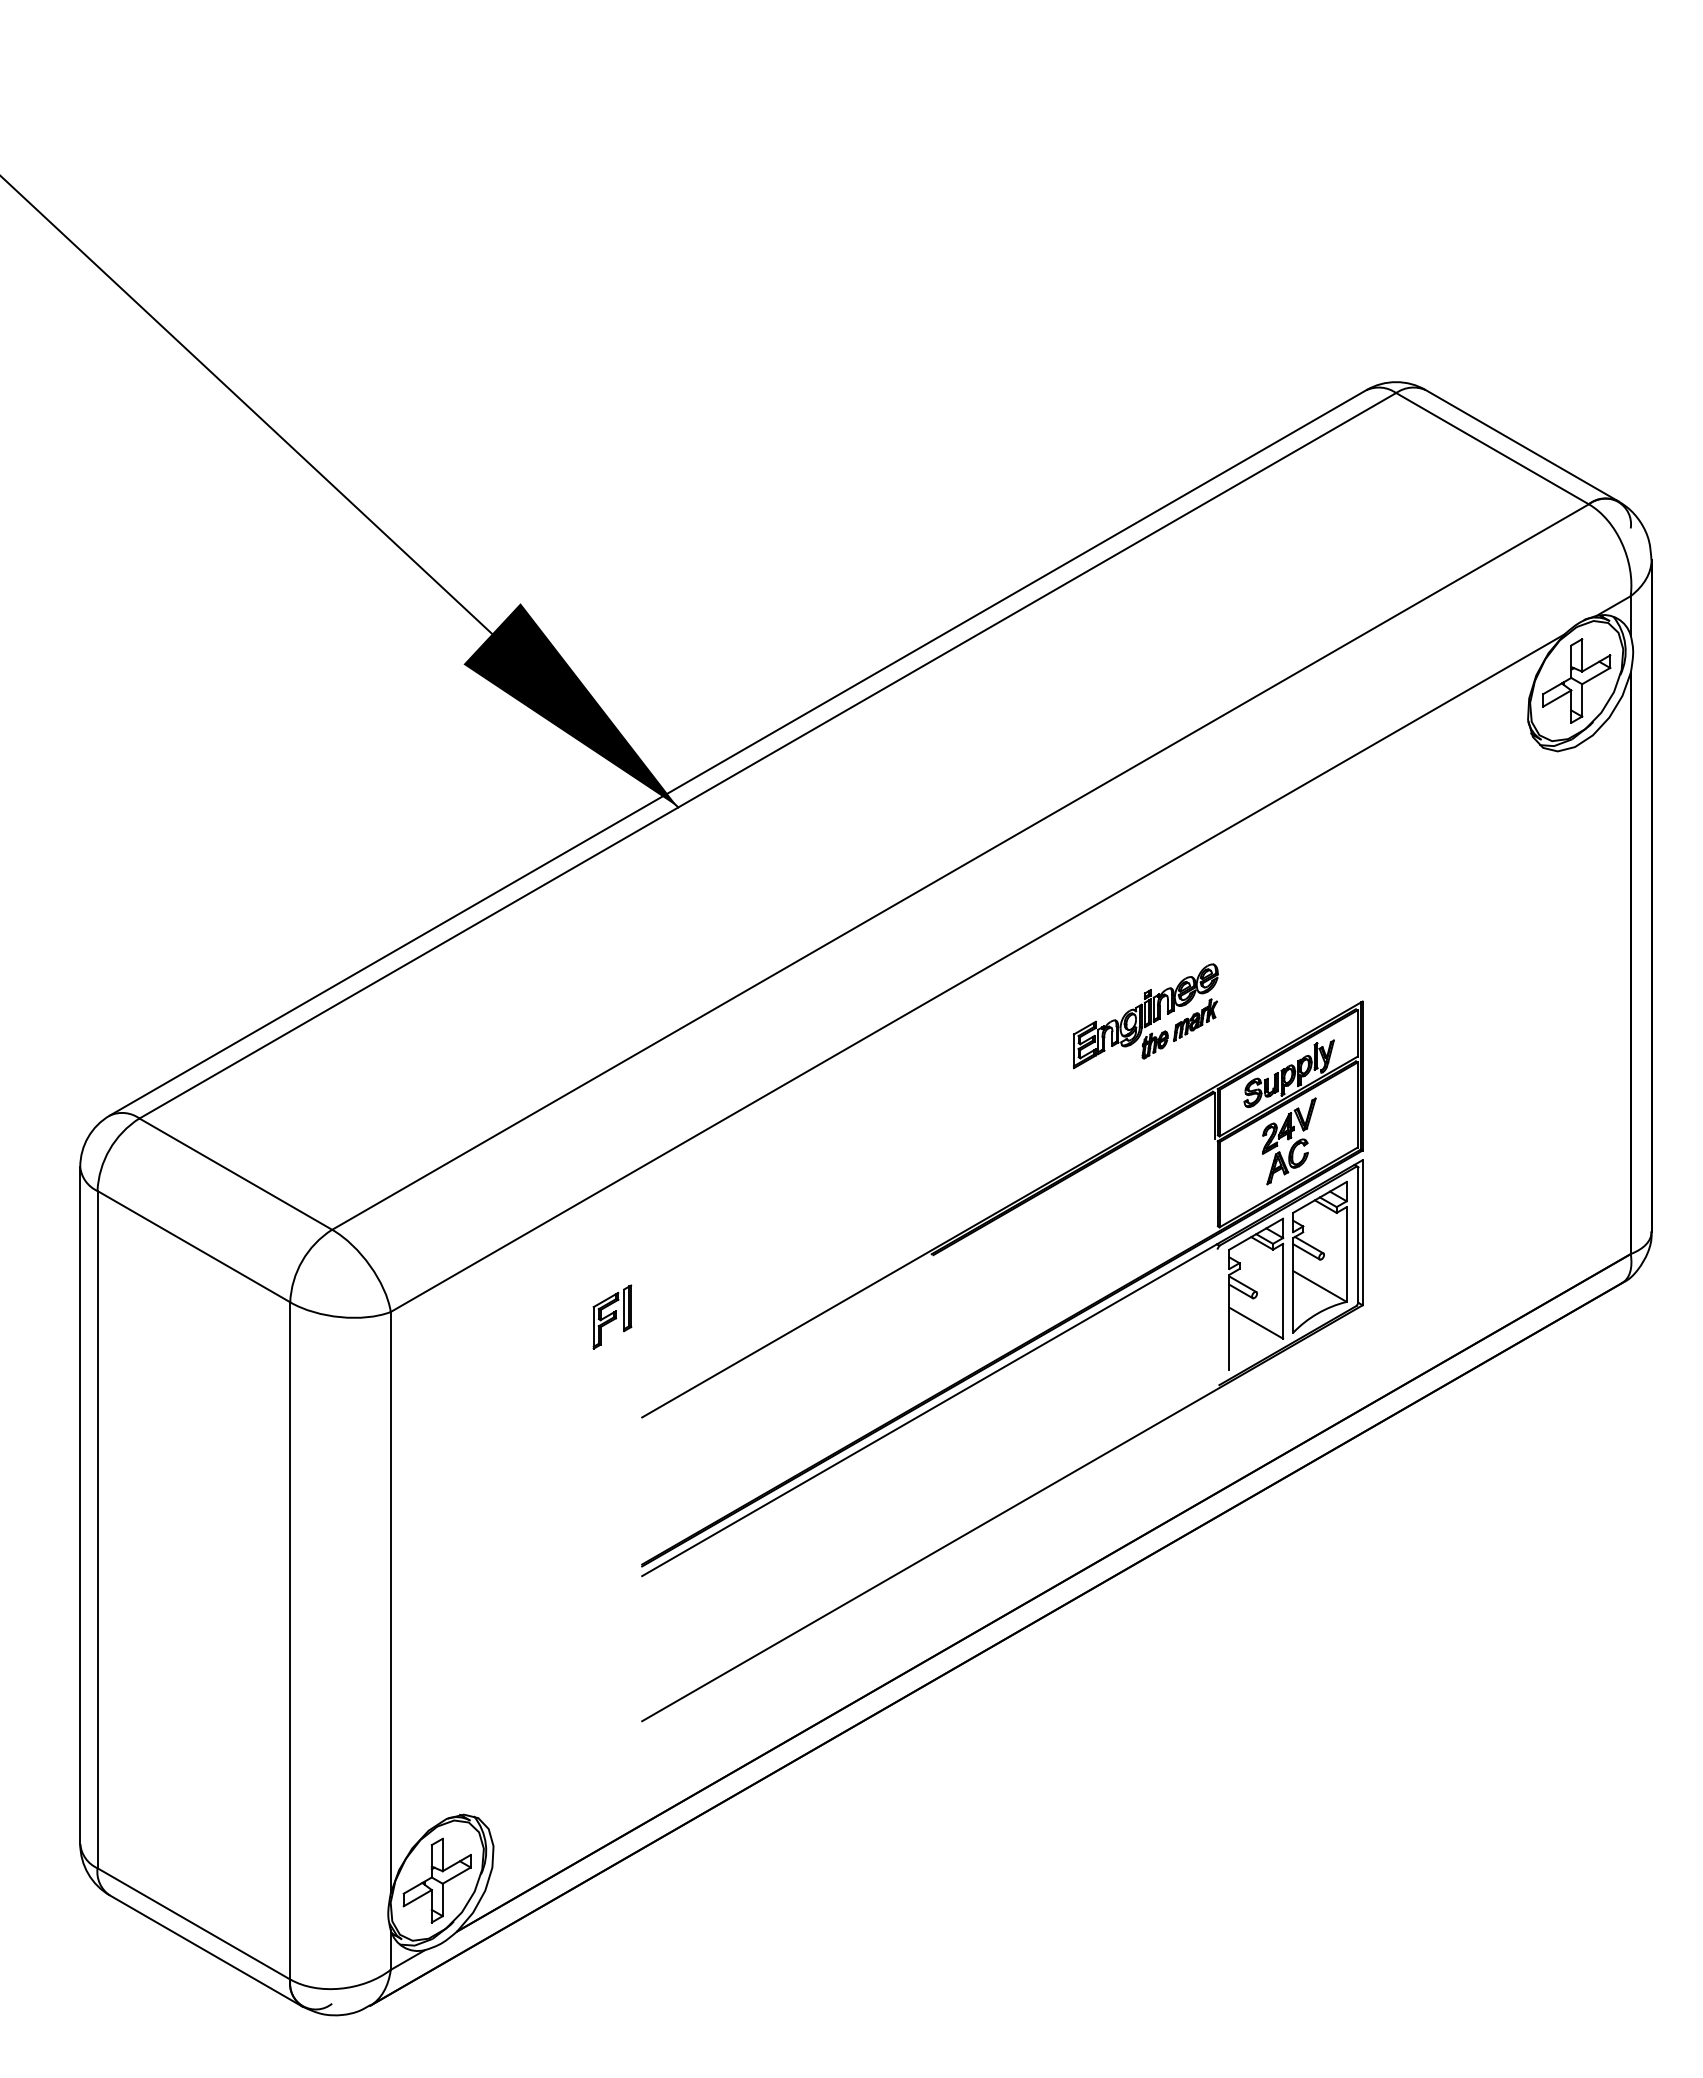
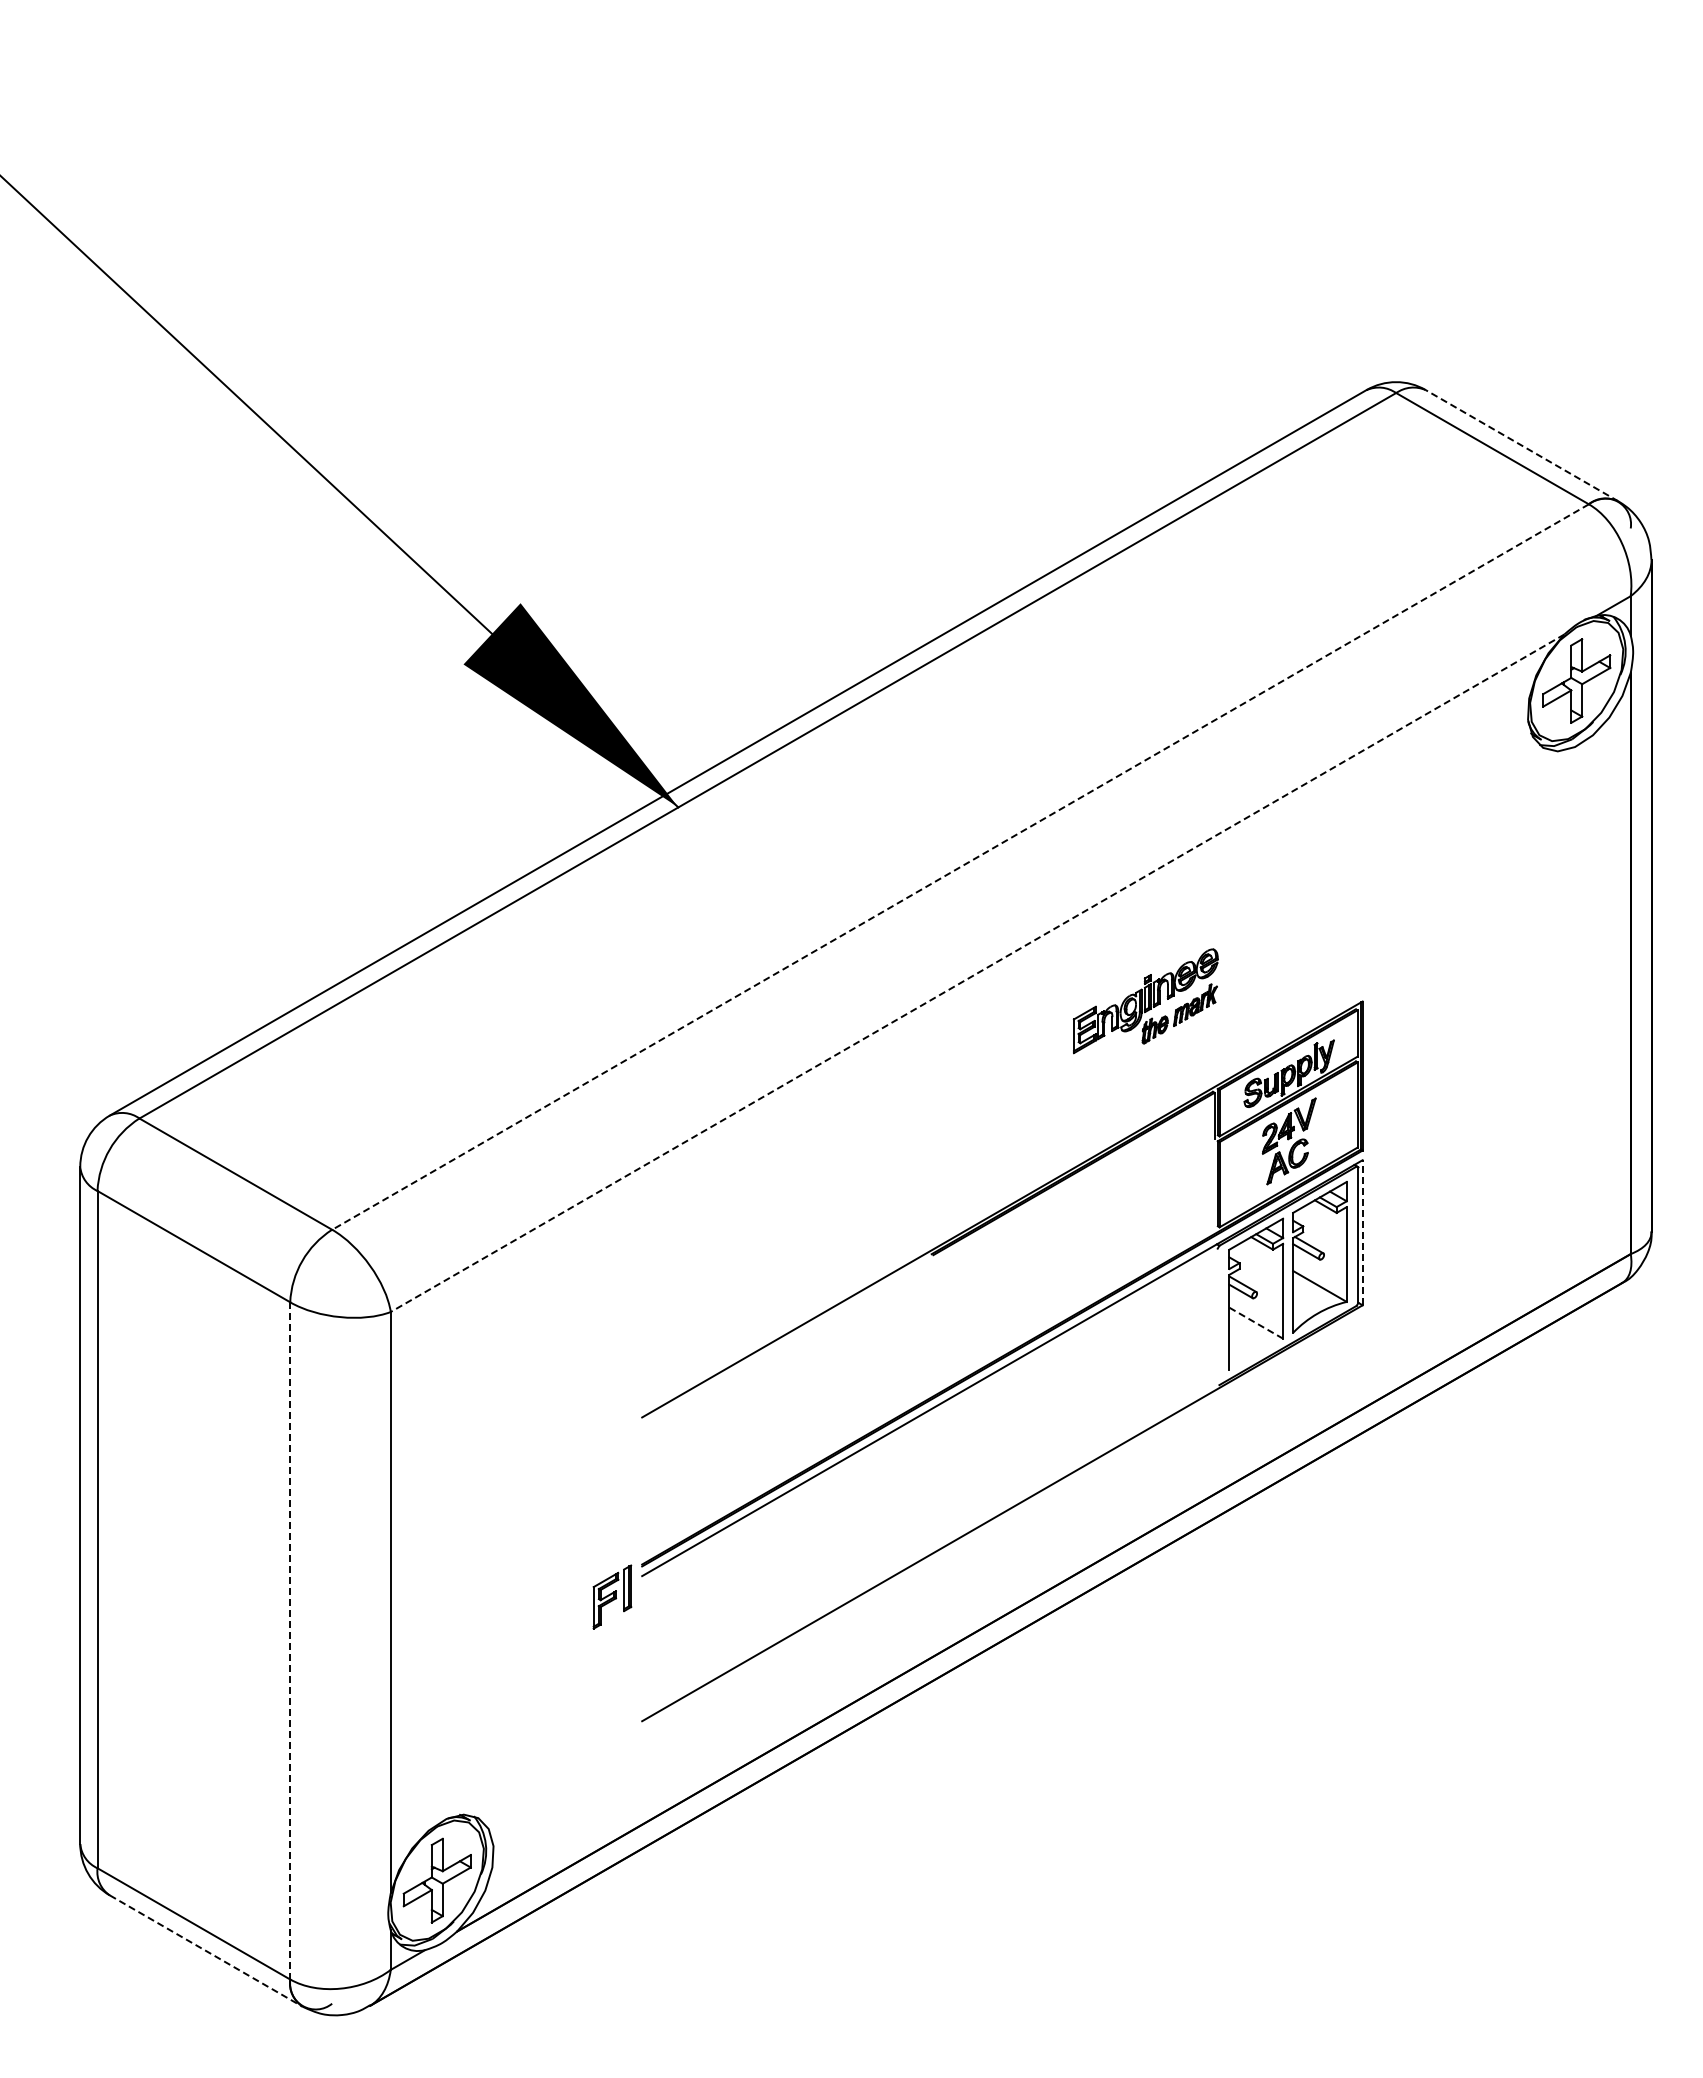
line at (1521, 445): solid -> dashed
line at (960, 867): solid -> dashed
line at (977, 973): solid -> dashed
part at (1145, 1016) position: (1145, 1016) -> (1145, 1001)
line at (1362, 1232): solid -> dashed
part at (612, 1316) position: (612, 1316) -> (612, 1596)
line at (1256, 1323): solid -> dashed
line at (290, 1640): solid -> dashed
line at (206, 1951): solid -> dashed
